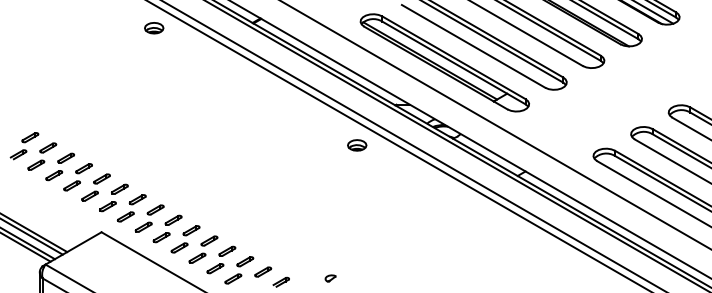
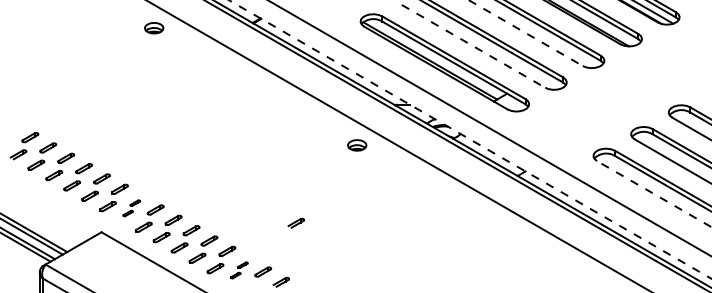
line at (525, 33): solid -> dashed
line at (473, 46): solid -> dashed
line at (495, 125) position: (495, 125) -> (489, 128)
line at (470, 139): solid -> dashed
line at (413, 145): present -> none
line at (654, 194): solid -> dashed
part at (131, 208) size: 31x29 px -> 19x19 px
part at (295, 222): none -> present
part at (239, 270) size: 31x29 px -> 19x19 px
part at (330, 278): present -> none
